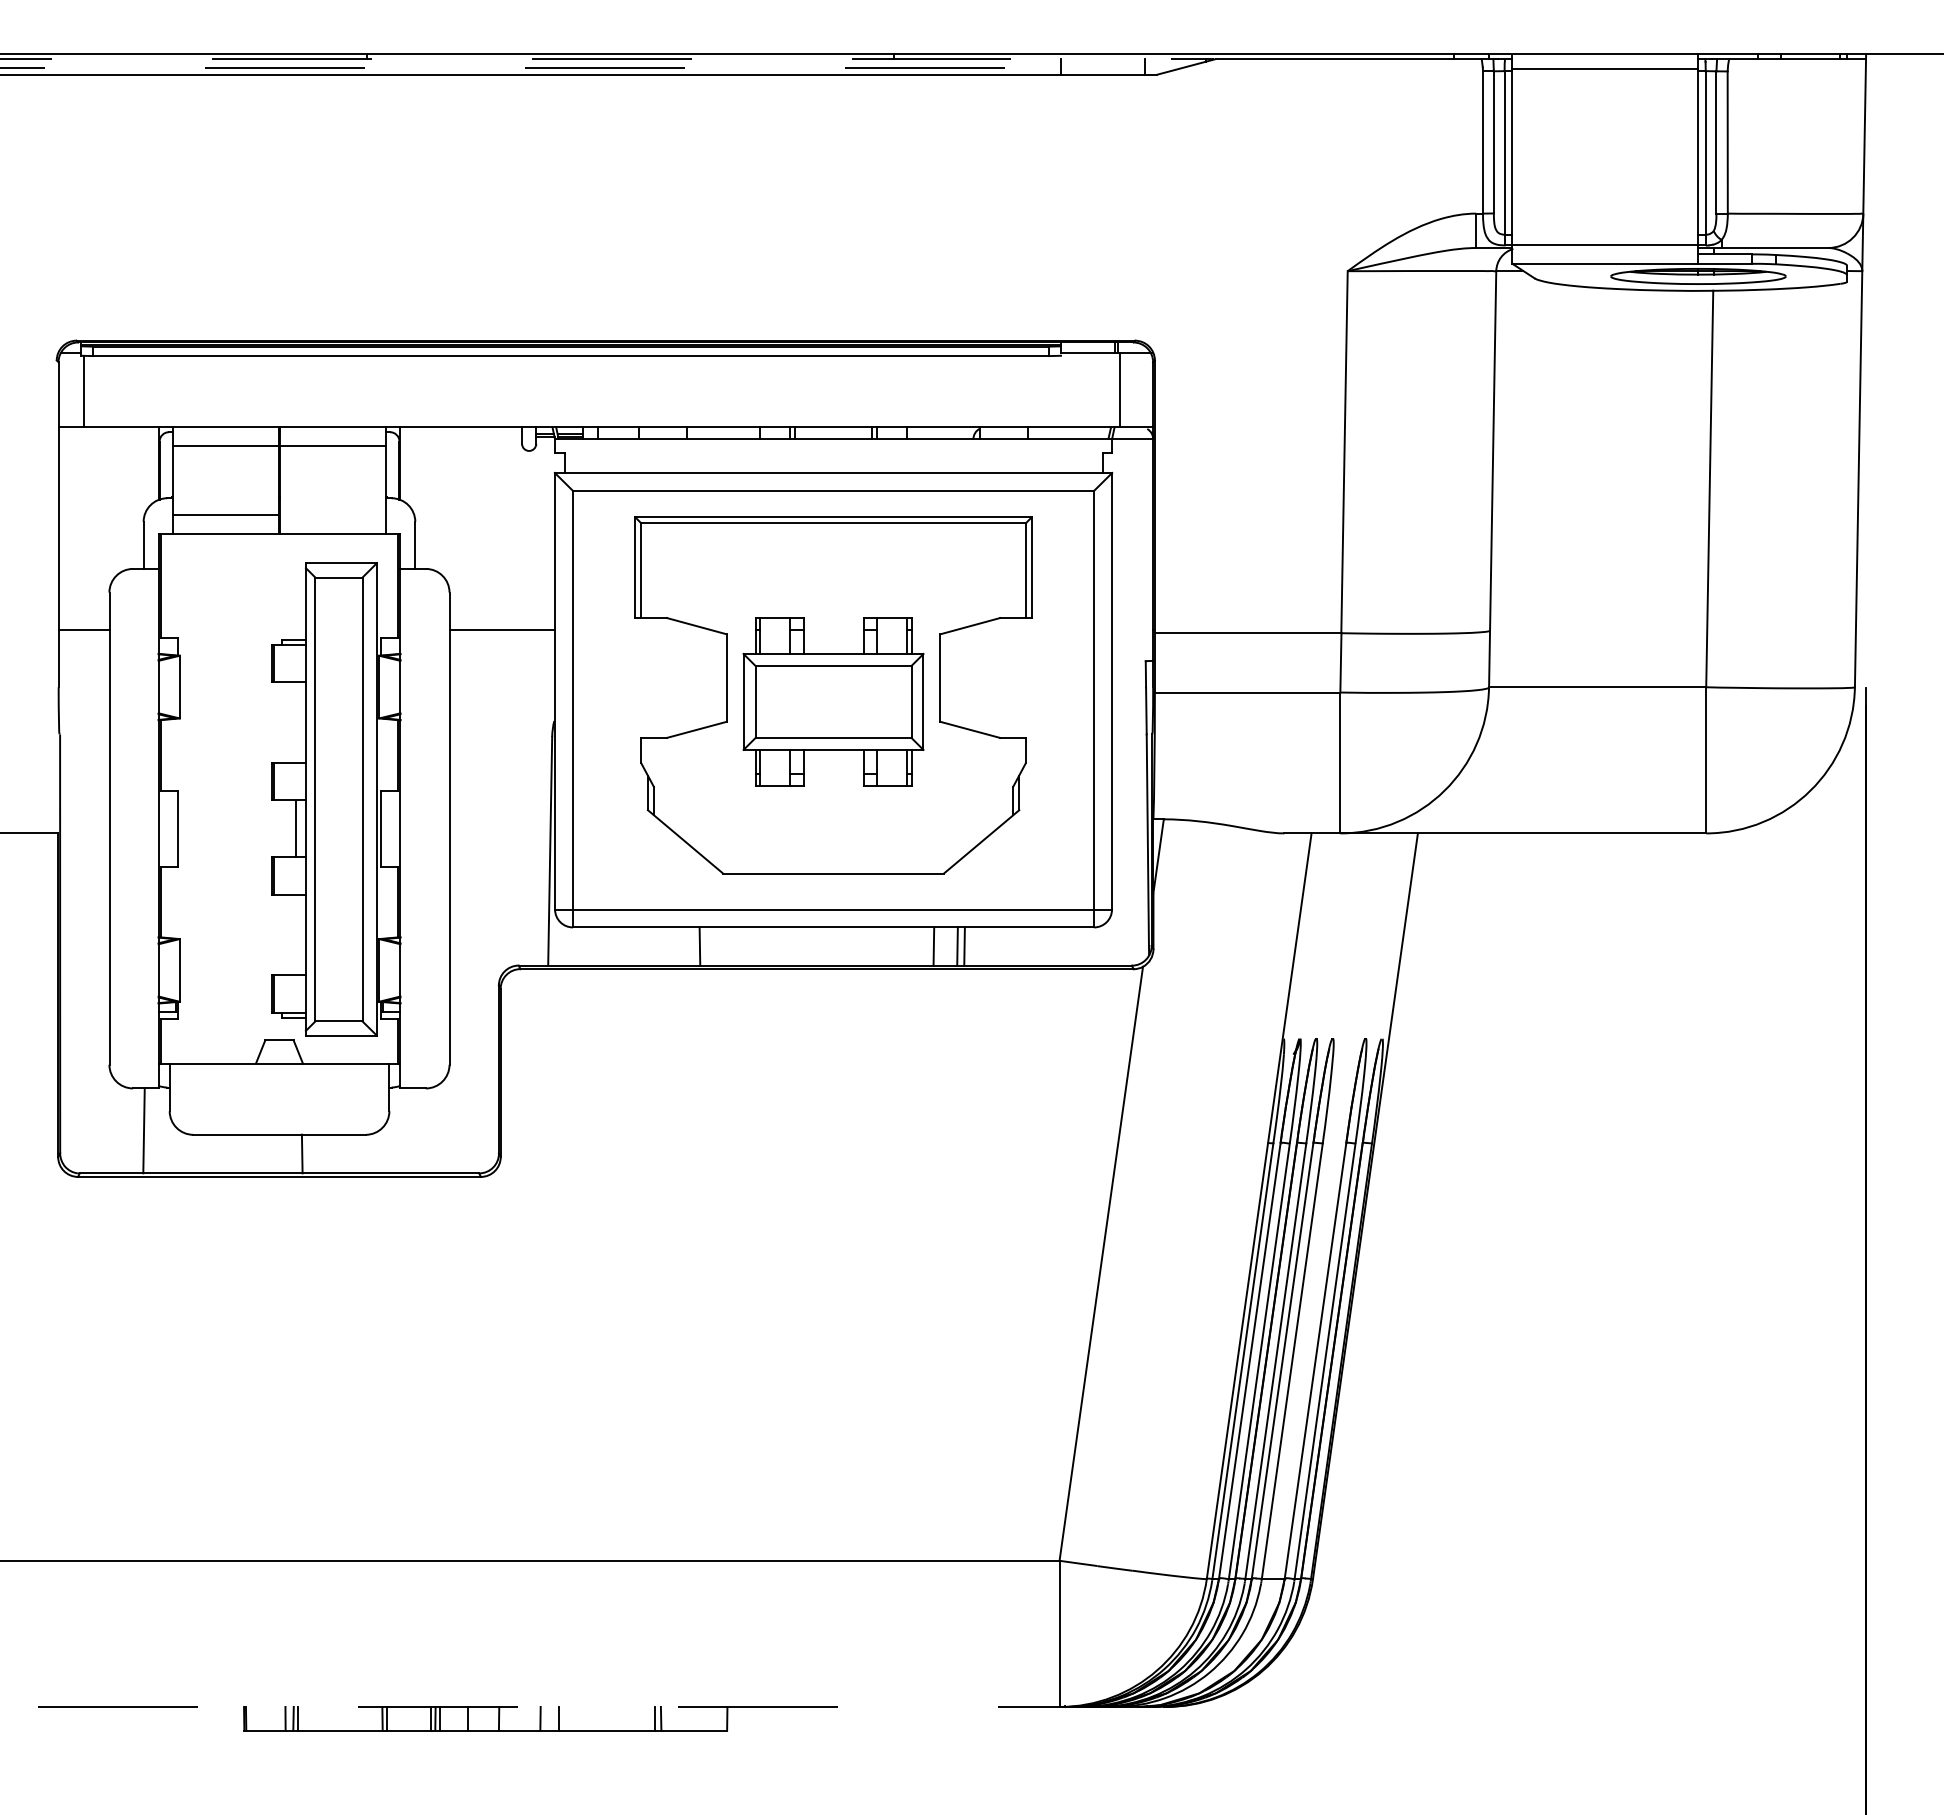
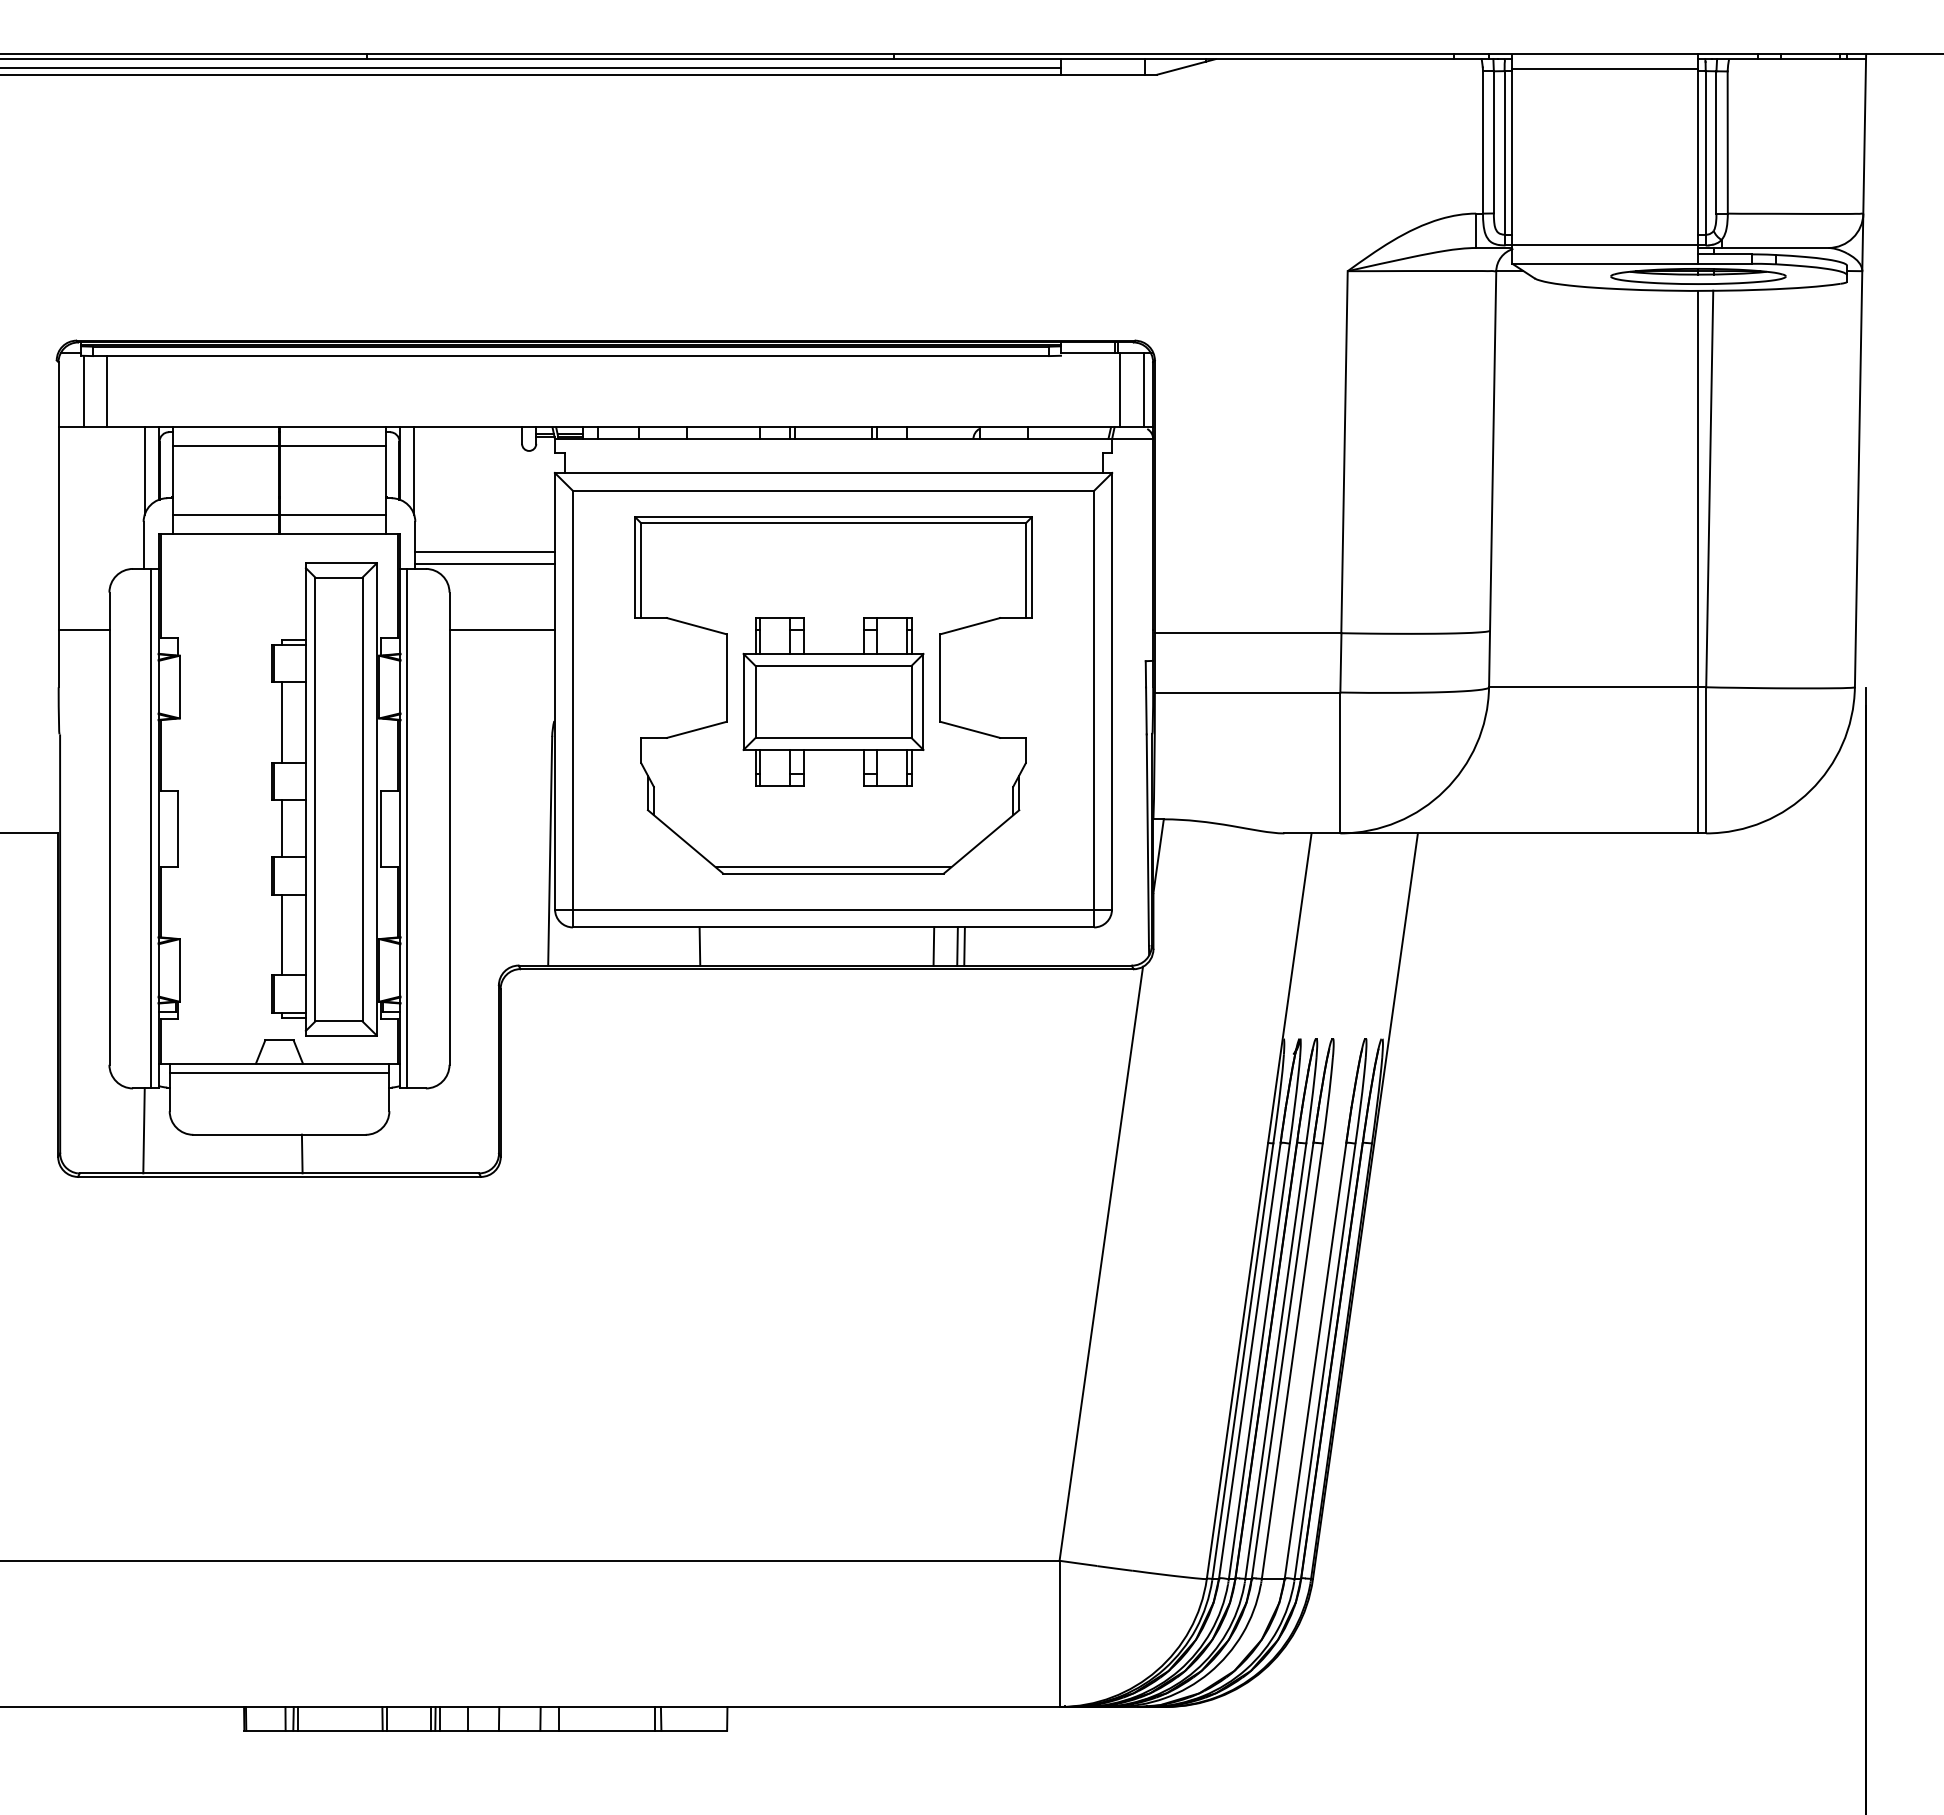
line at (607, 59): dashed -> solid
line at (531, 68): dashed -> solid
line at (1143, 390): none -> present
line at (107, 391): none -> present
line at (144, 470): none -> present
line at (414, 470): none -> present
line at (332, 514): none -> present
line at (484, 552): none -> present
line at (1698, 561): none -> present
line at (484, 564): none -> present
line at (282, 722): none -> present
line at (151, 828): none -> present
line at (296, 828) position: (296, 828) -> (282, 828)
line at (407, 828): none -> present
line at (833, 867): none -> present
line at (282, 934): none -> present
line at (279, 1073): none -> present
line at (583, 1706): dashed -> solid
